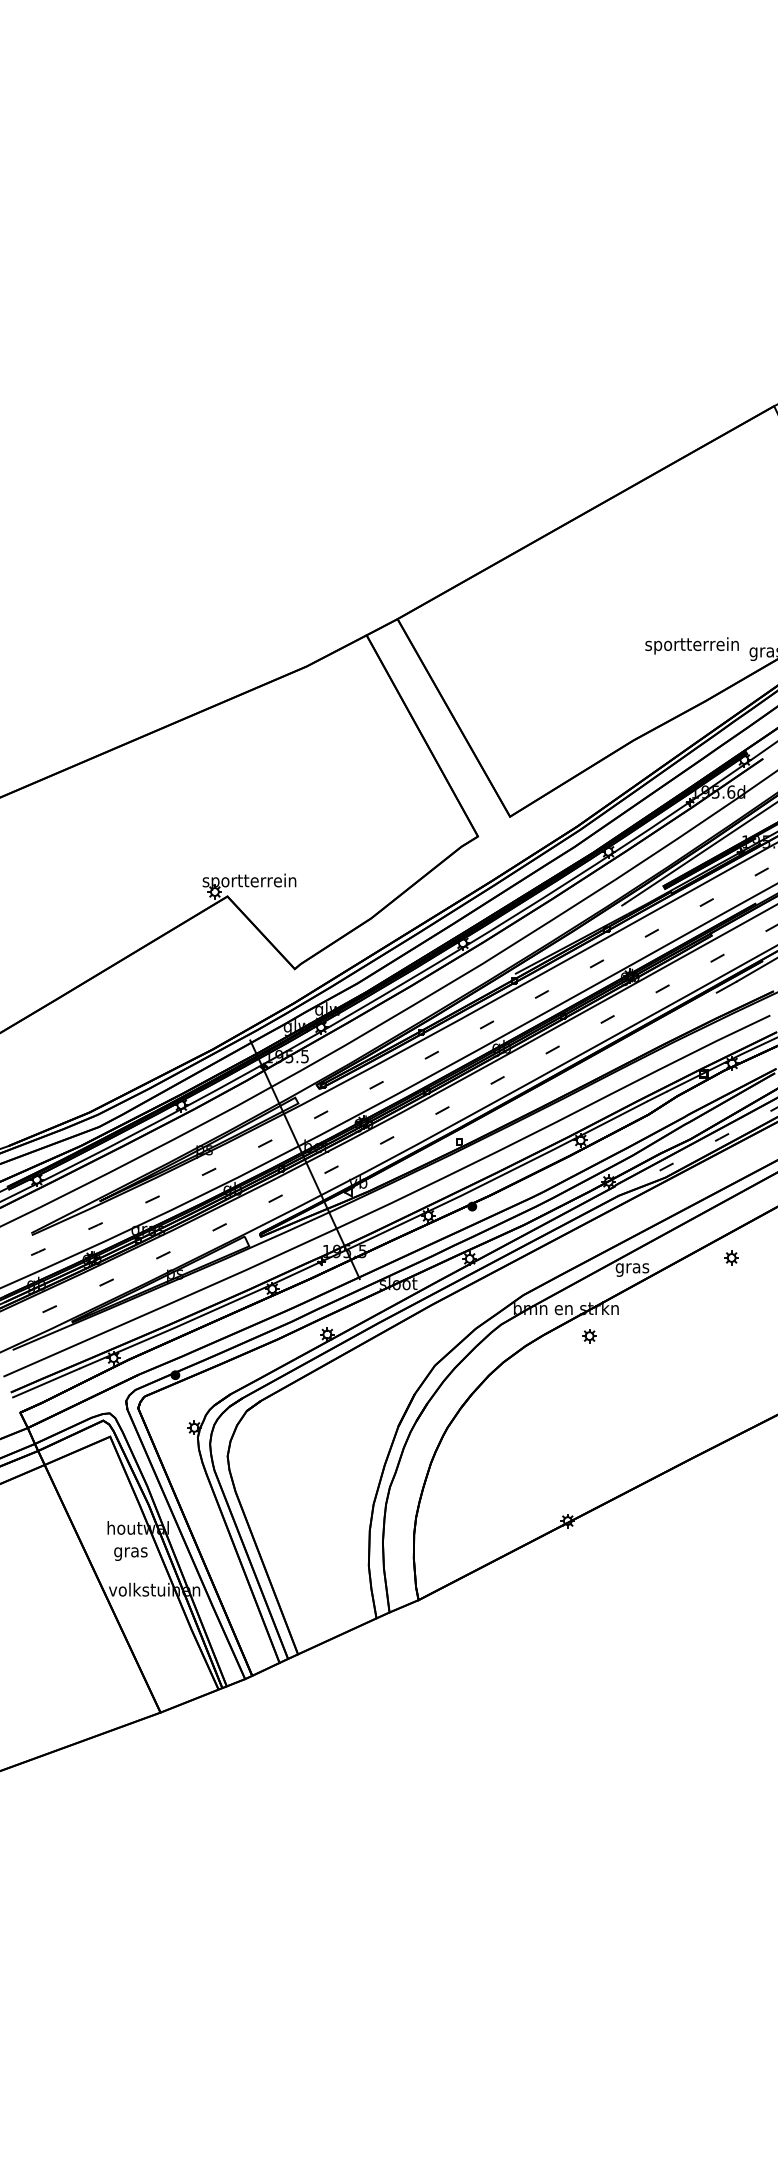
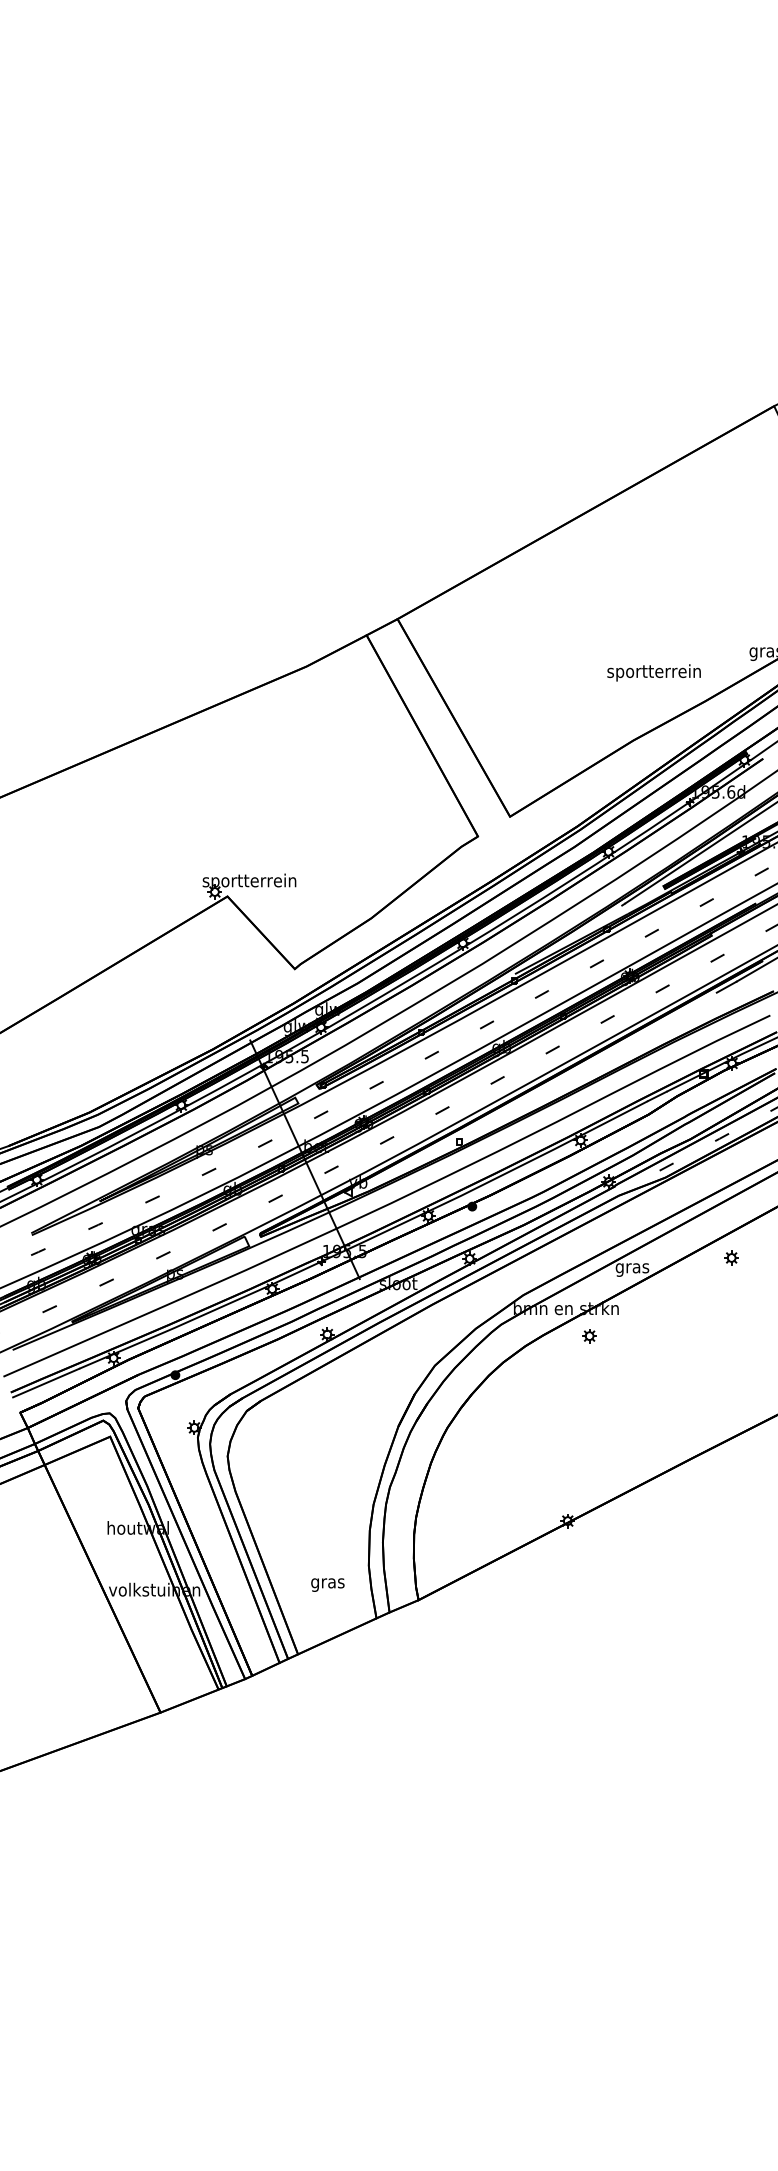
text at (691, 645) position: (691, 645) -> (653, 672)
text at (130, 1553) position: (130, 1553) -> (327, 1584)
